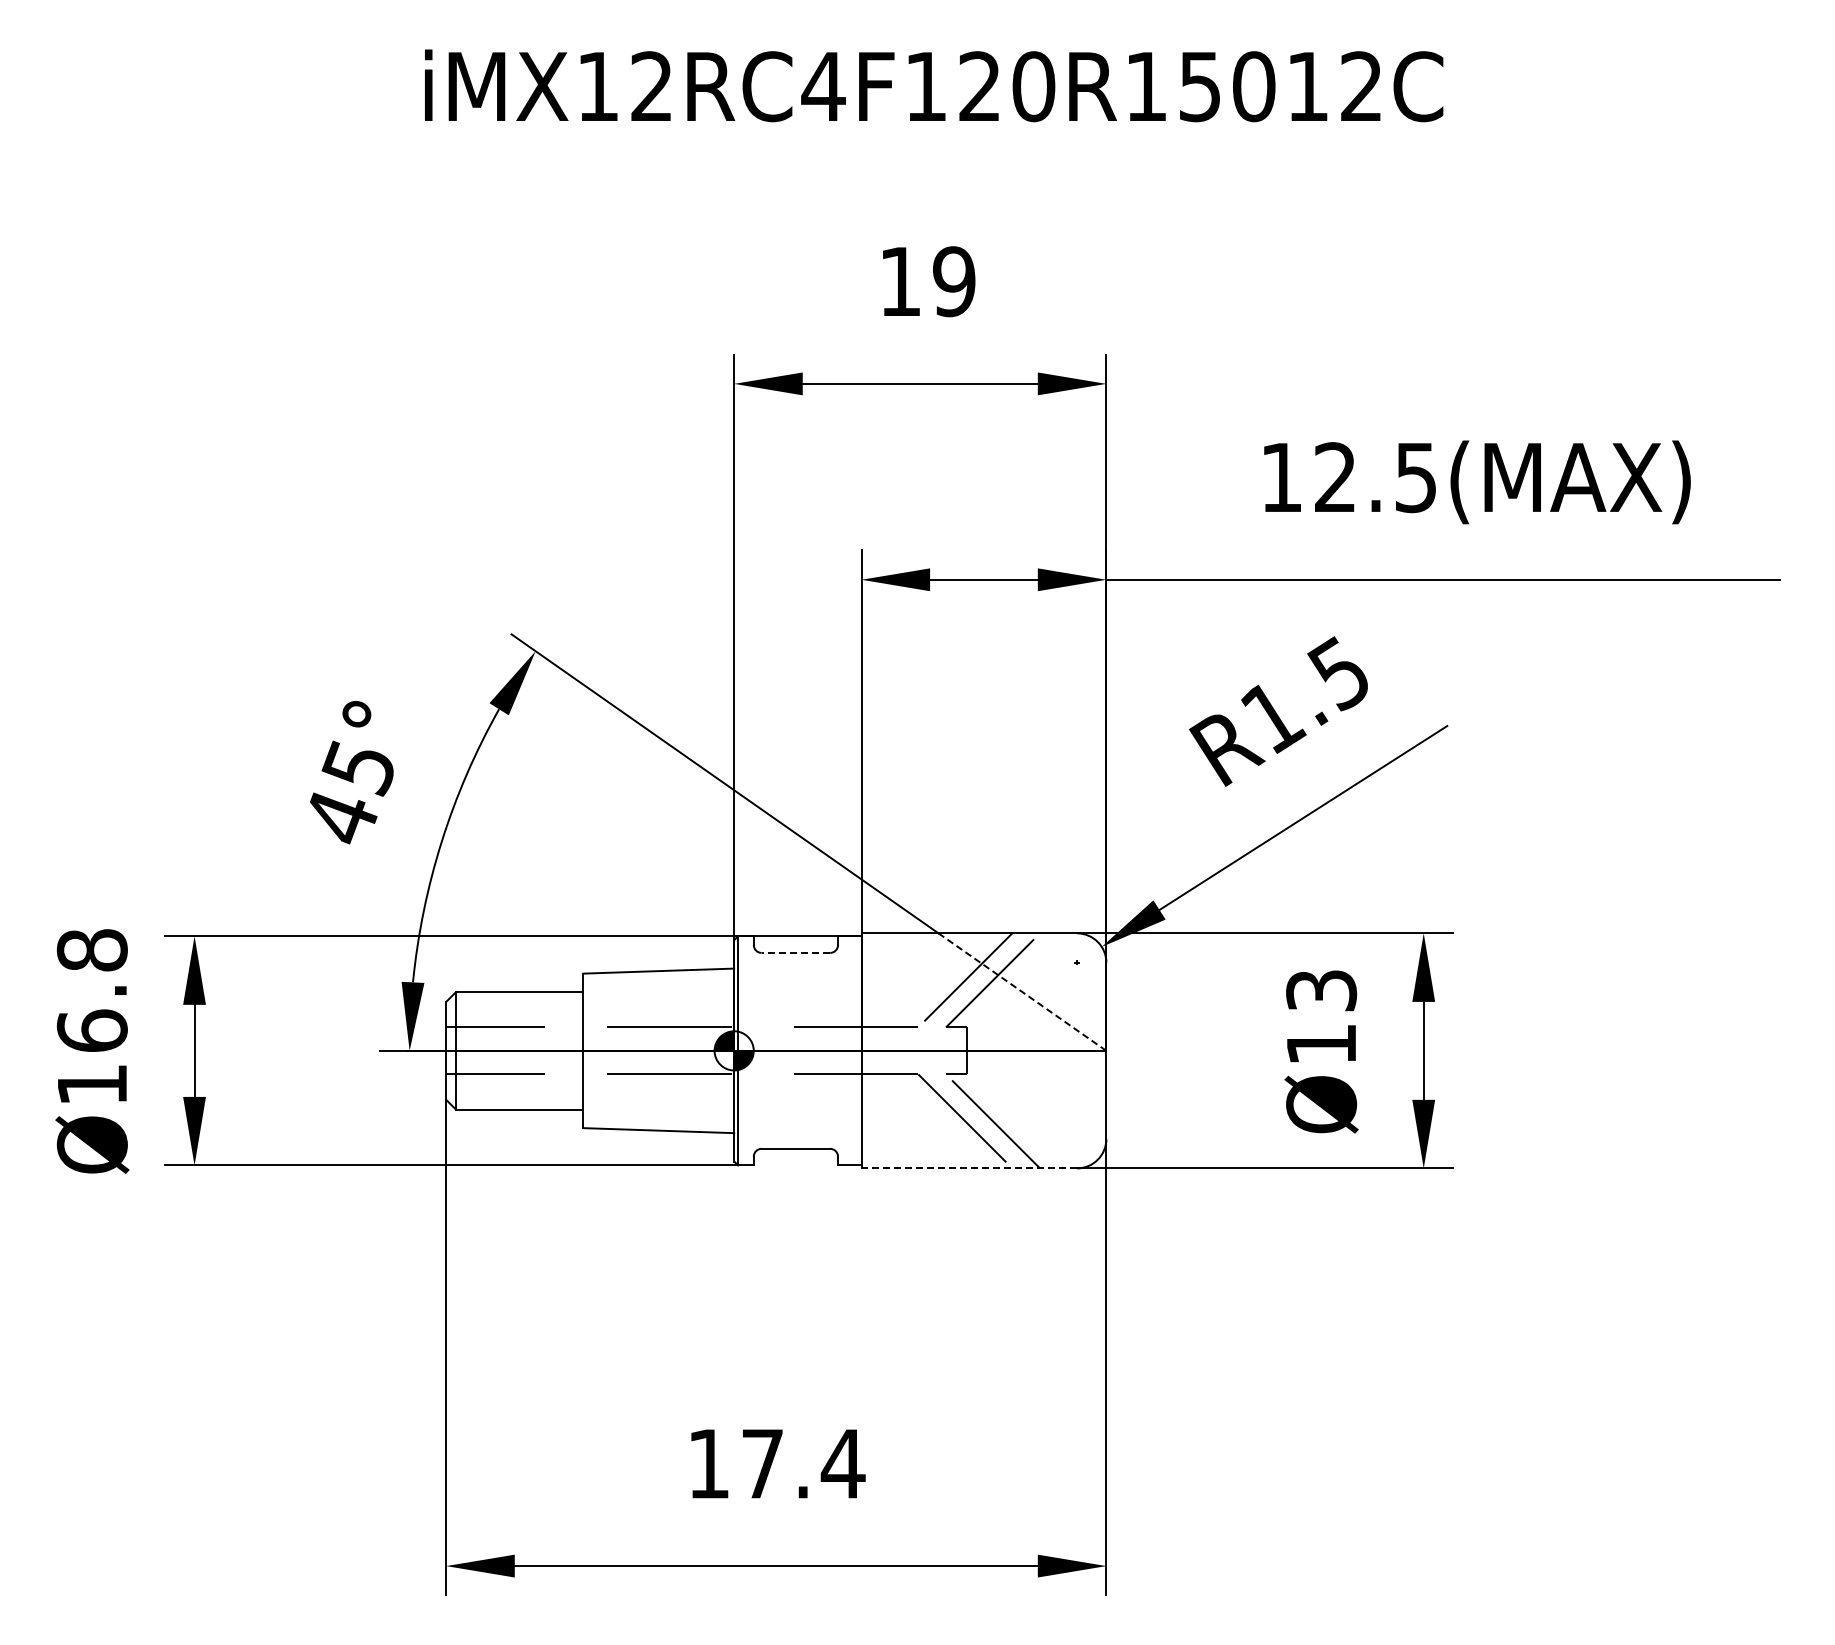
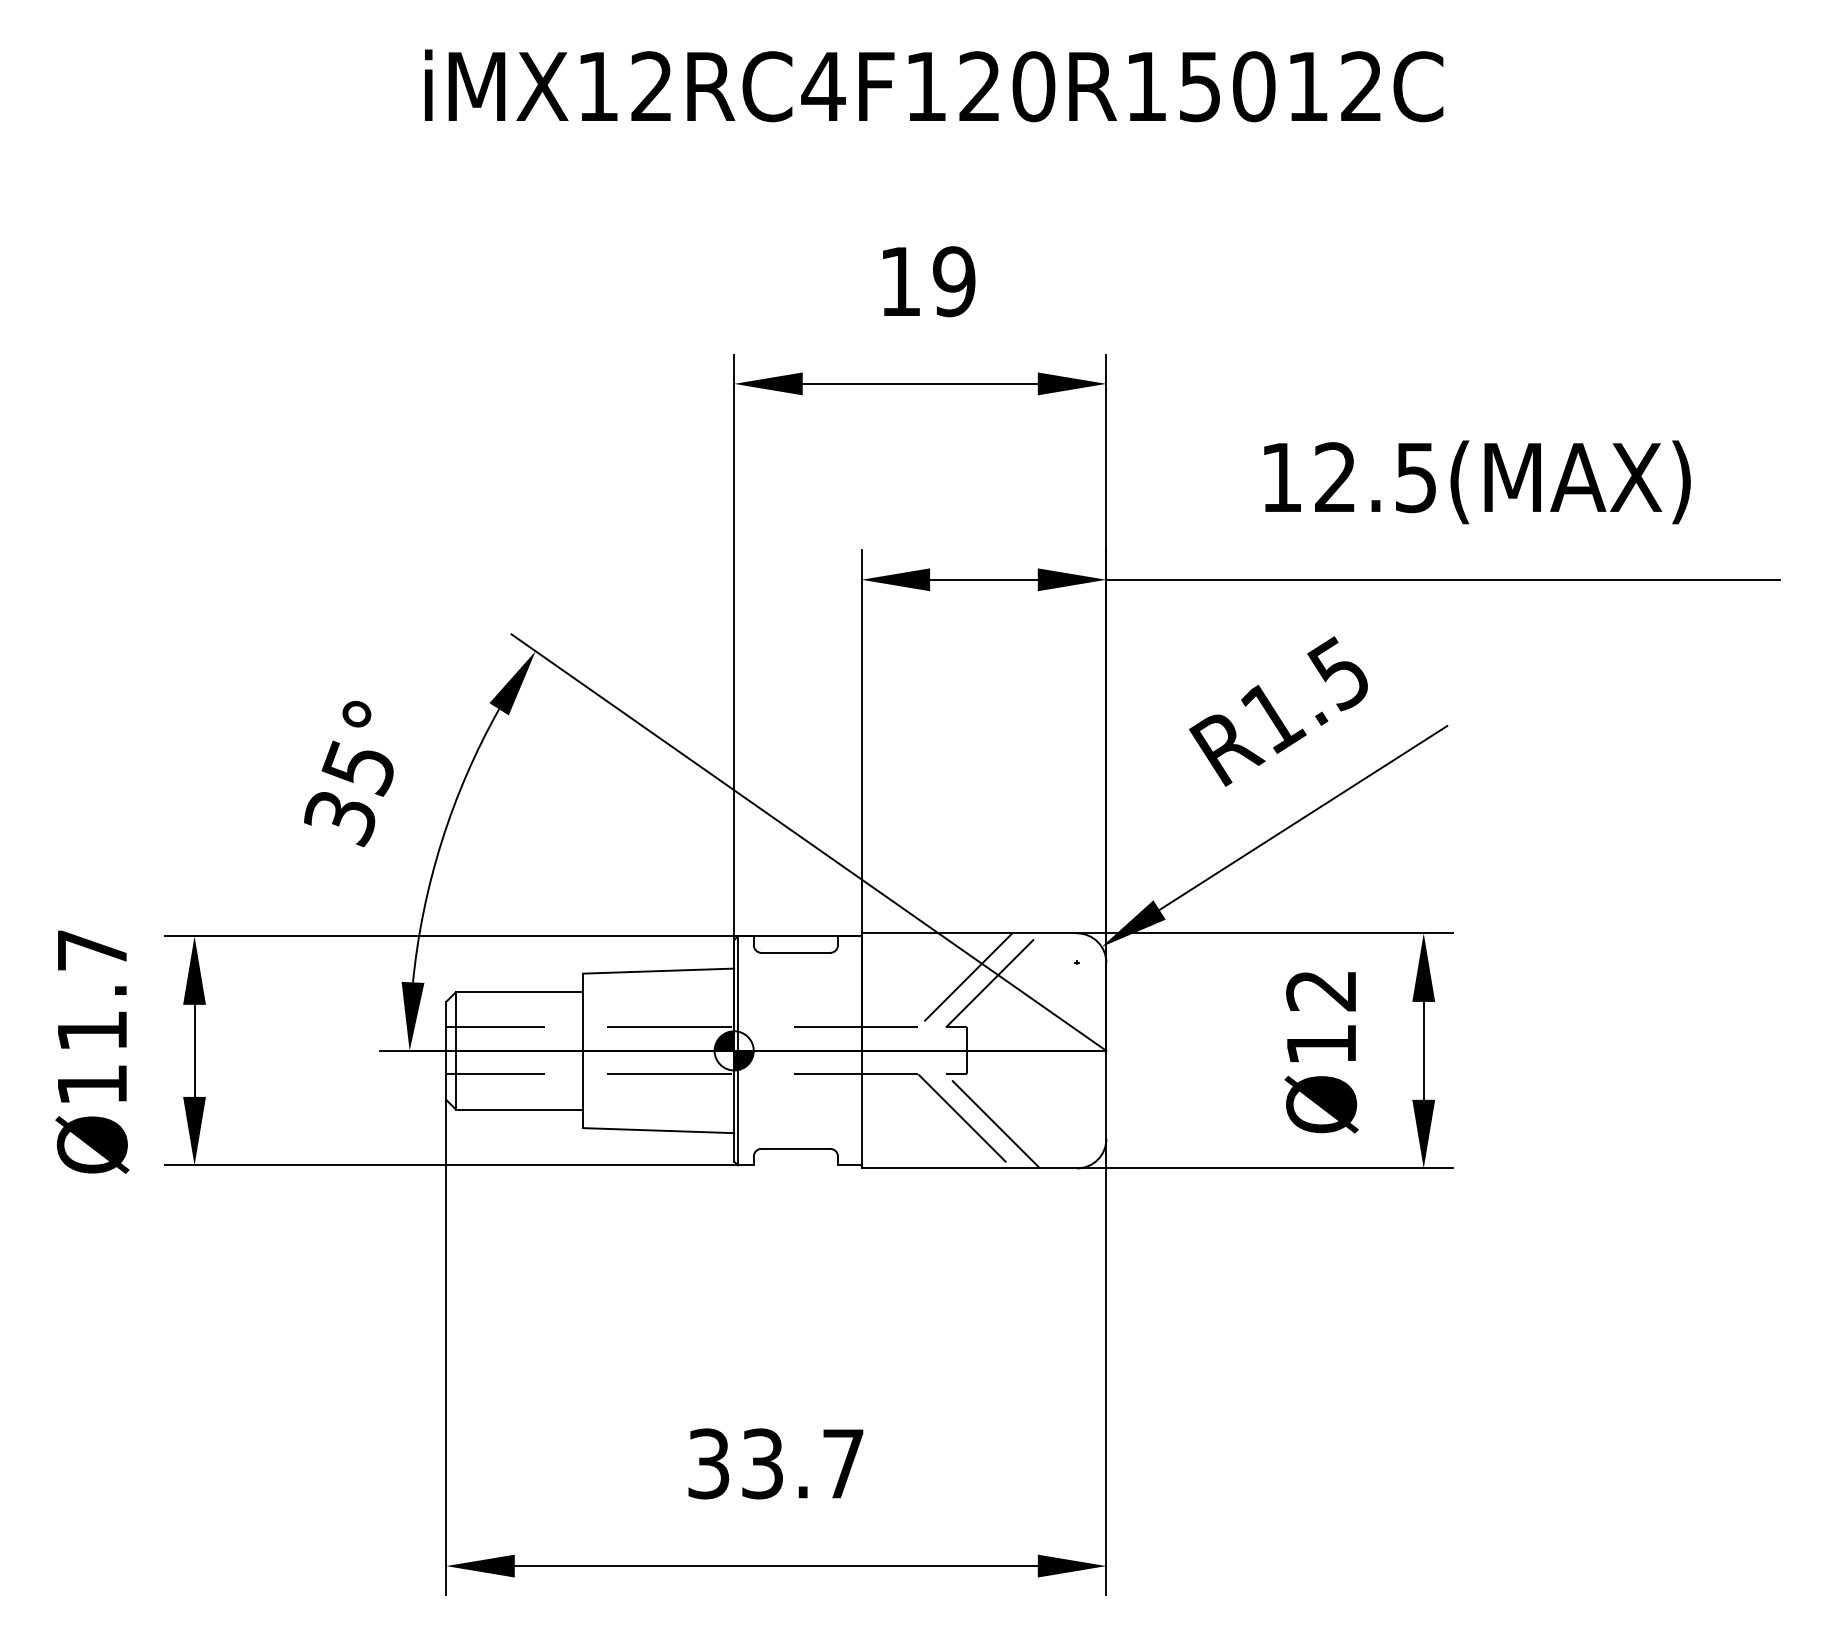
text at (340, 819): 45° -> 35°
line at (795, 952): dashed -> solid
text at (91, 990): Ø16.8 -> Ø11.7
text at (1321, 990): Ø13 -> Ø12
line at (1022, 991): dashed -> solid
line at (969, 1168): dashed -> solid
text at (776, 1463): 17.4 -> 33.7
